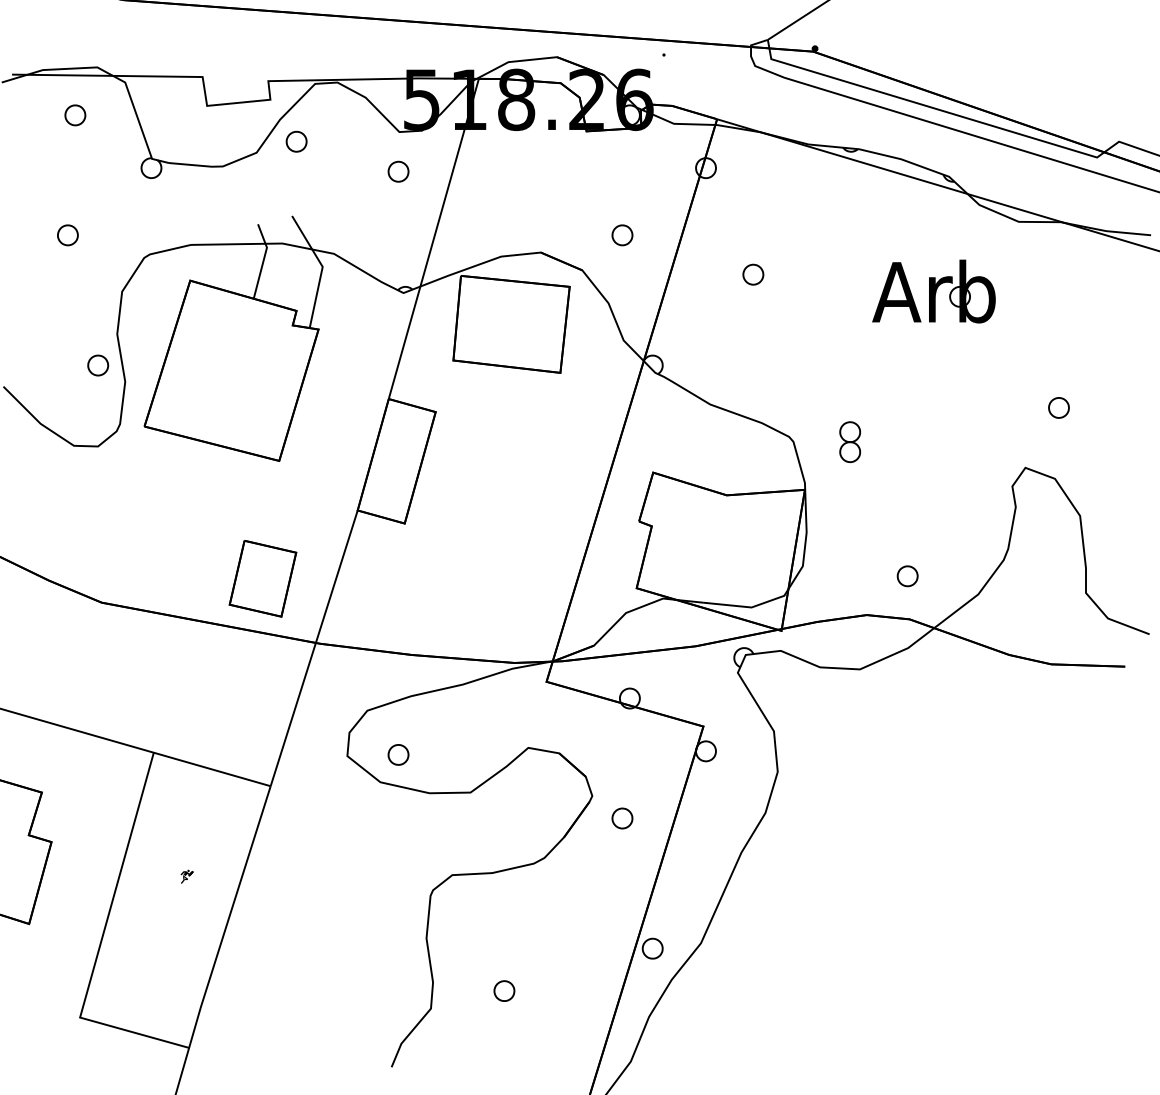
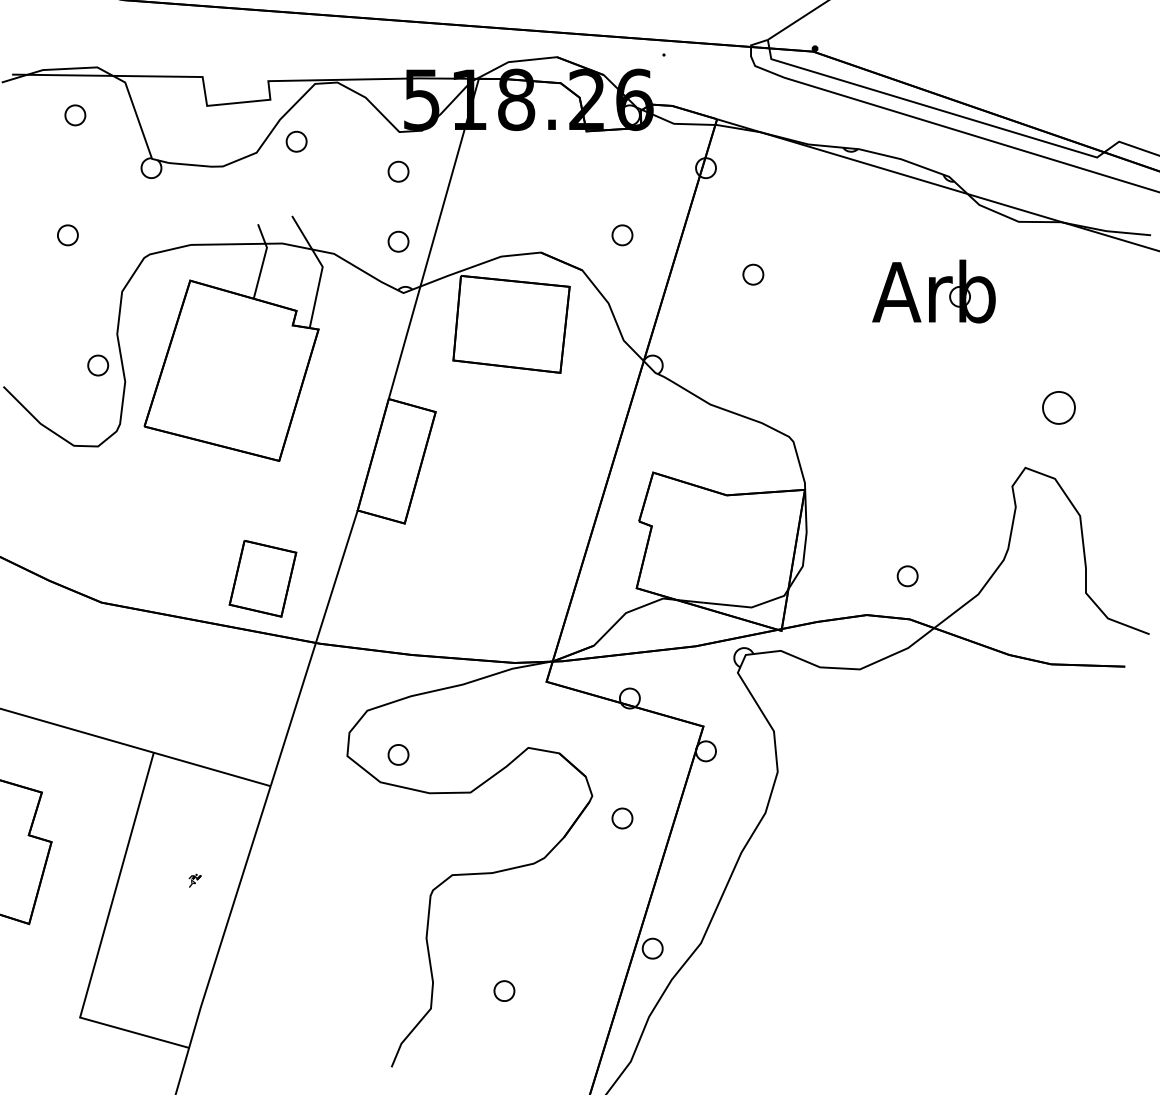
part at (398, 241): none -> present
part at (1058, 407) size: 22x22 px -> 34x34 px
part at (850, 441): present -> none
part at (186, 876) position: (186, 876) -> (194, 880)
